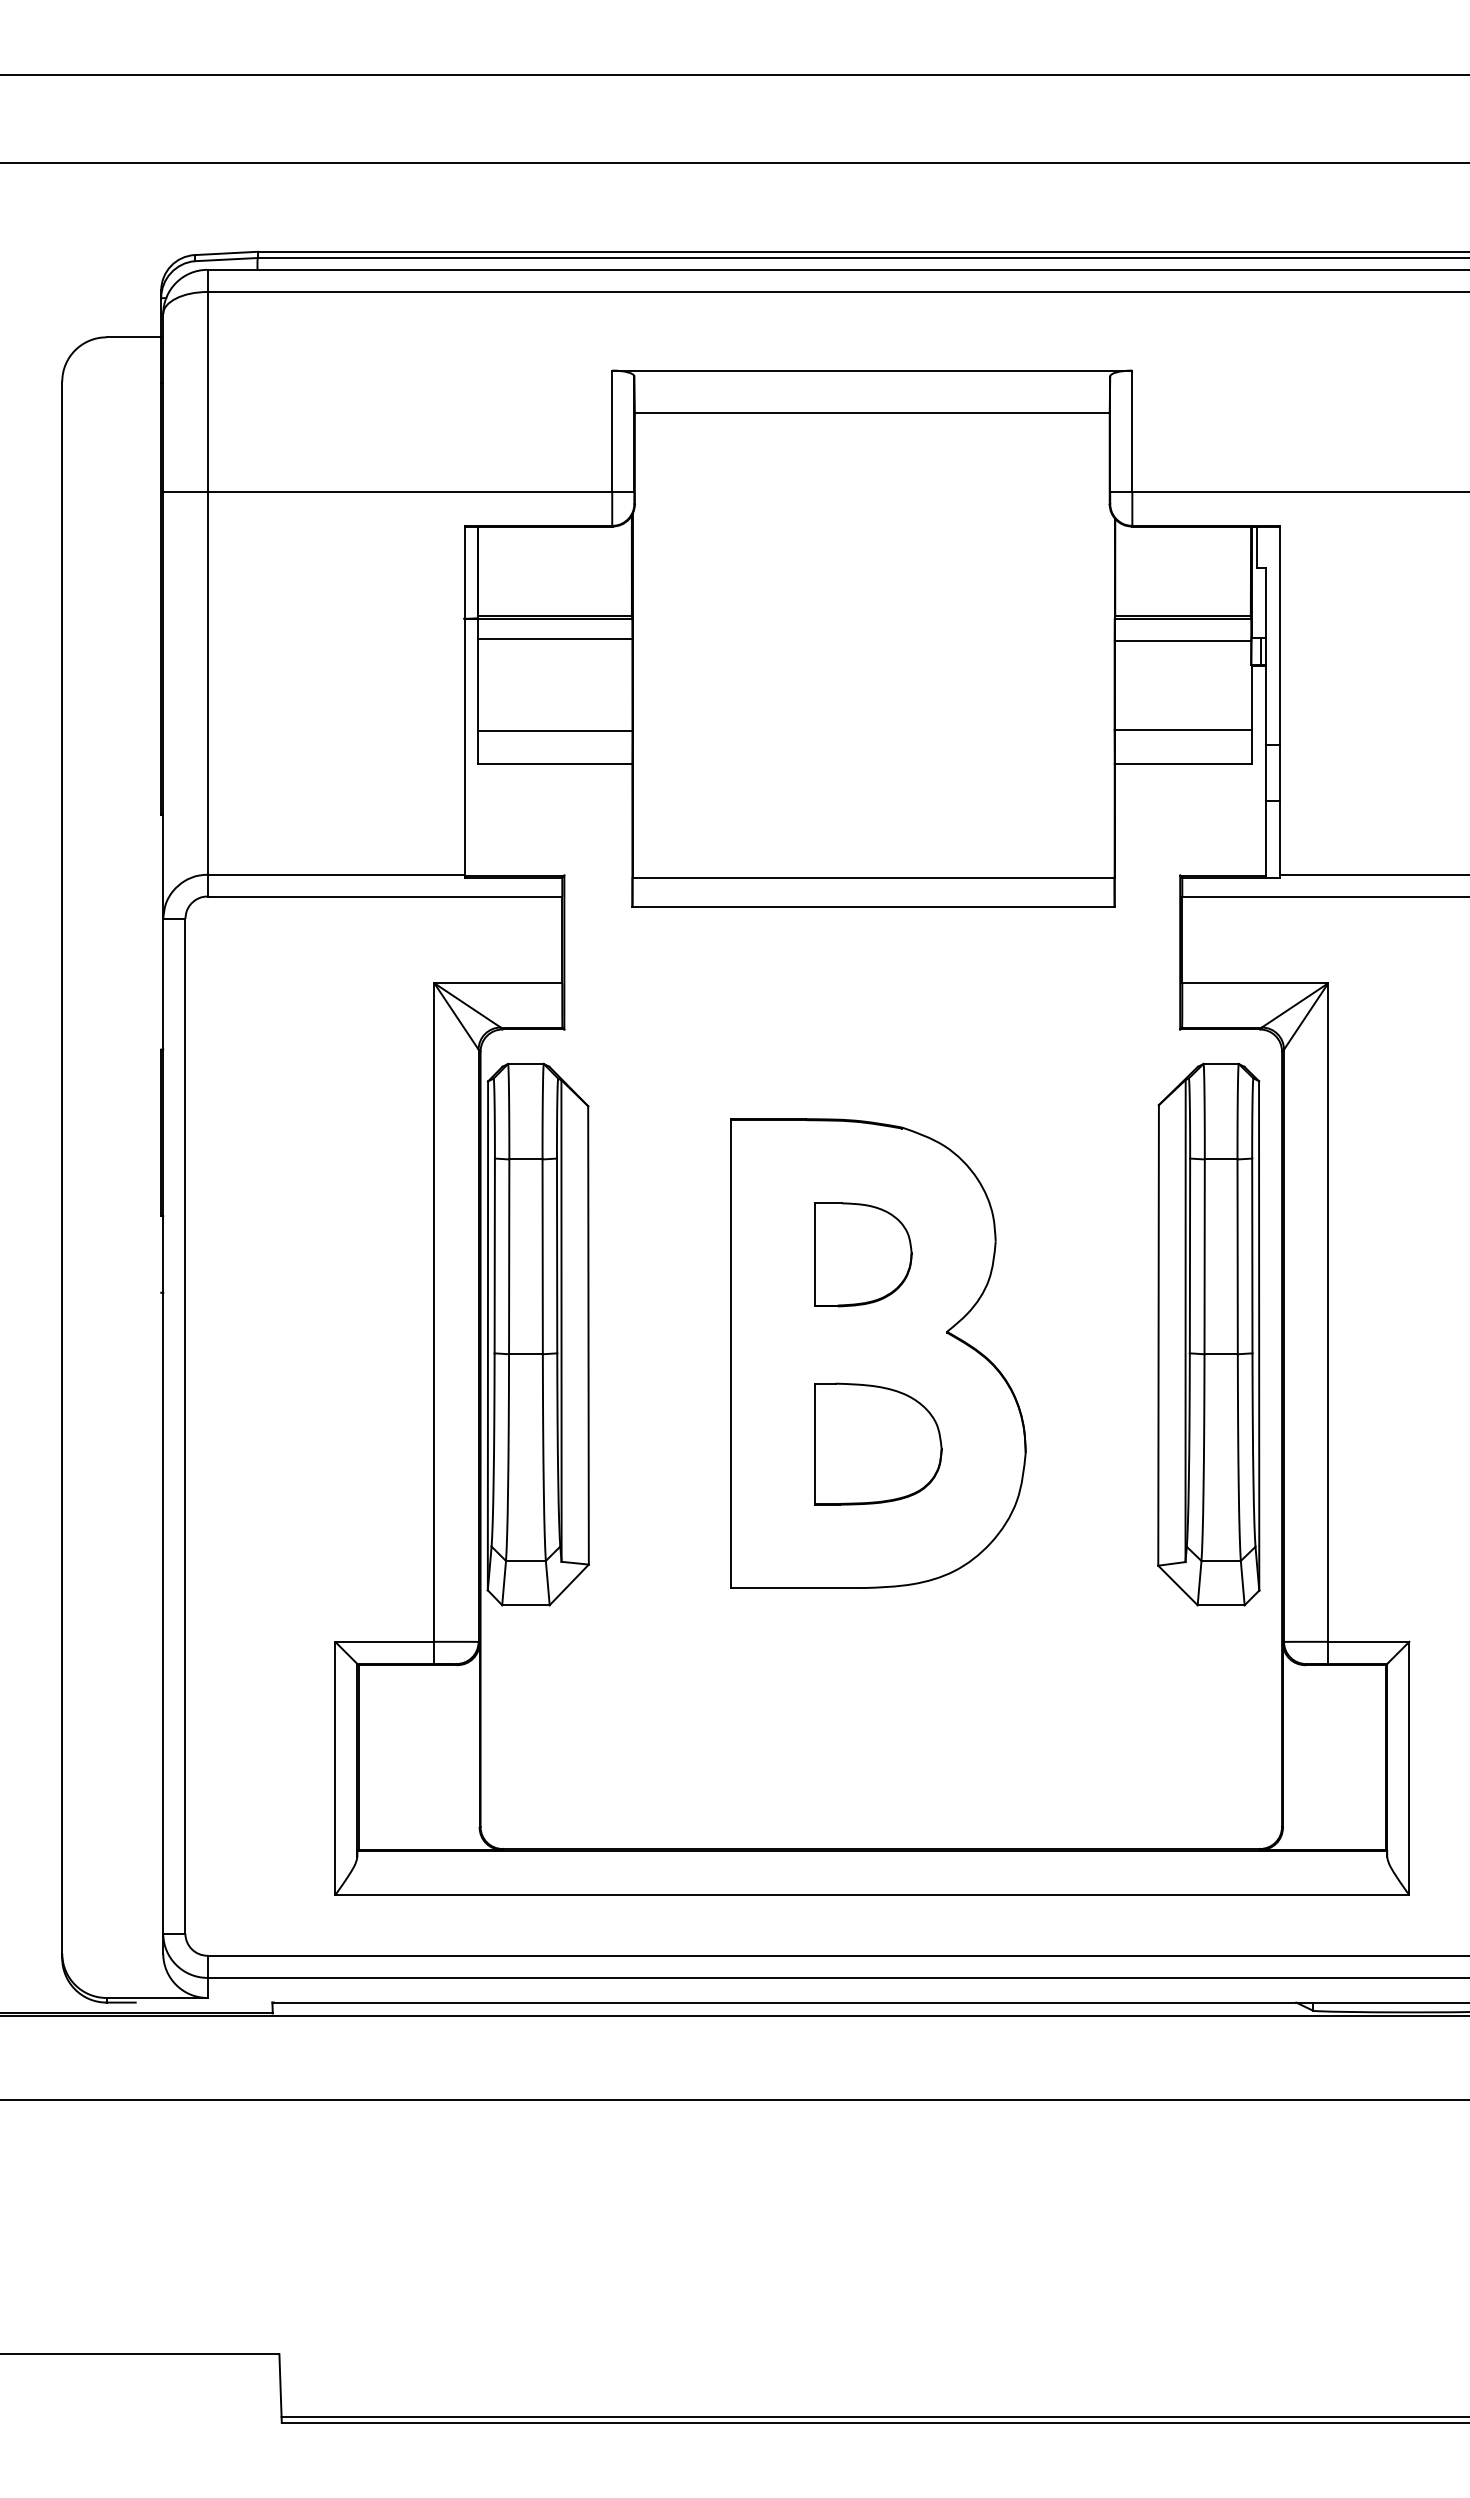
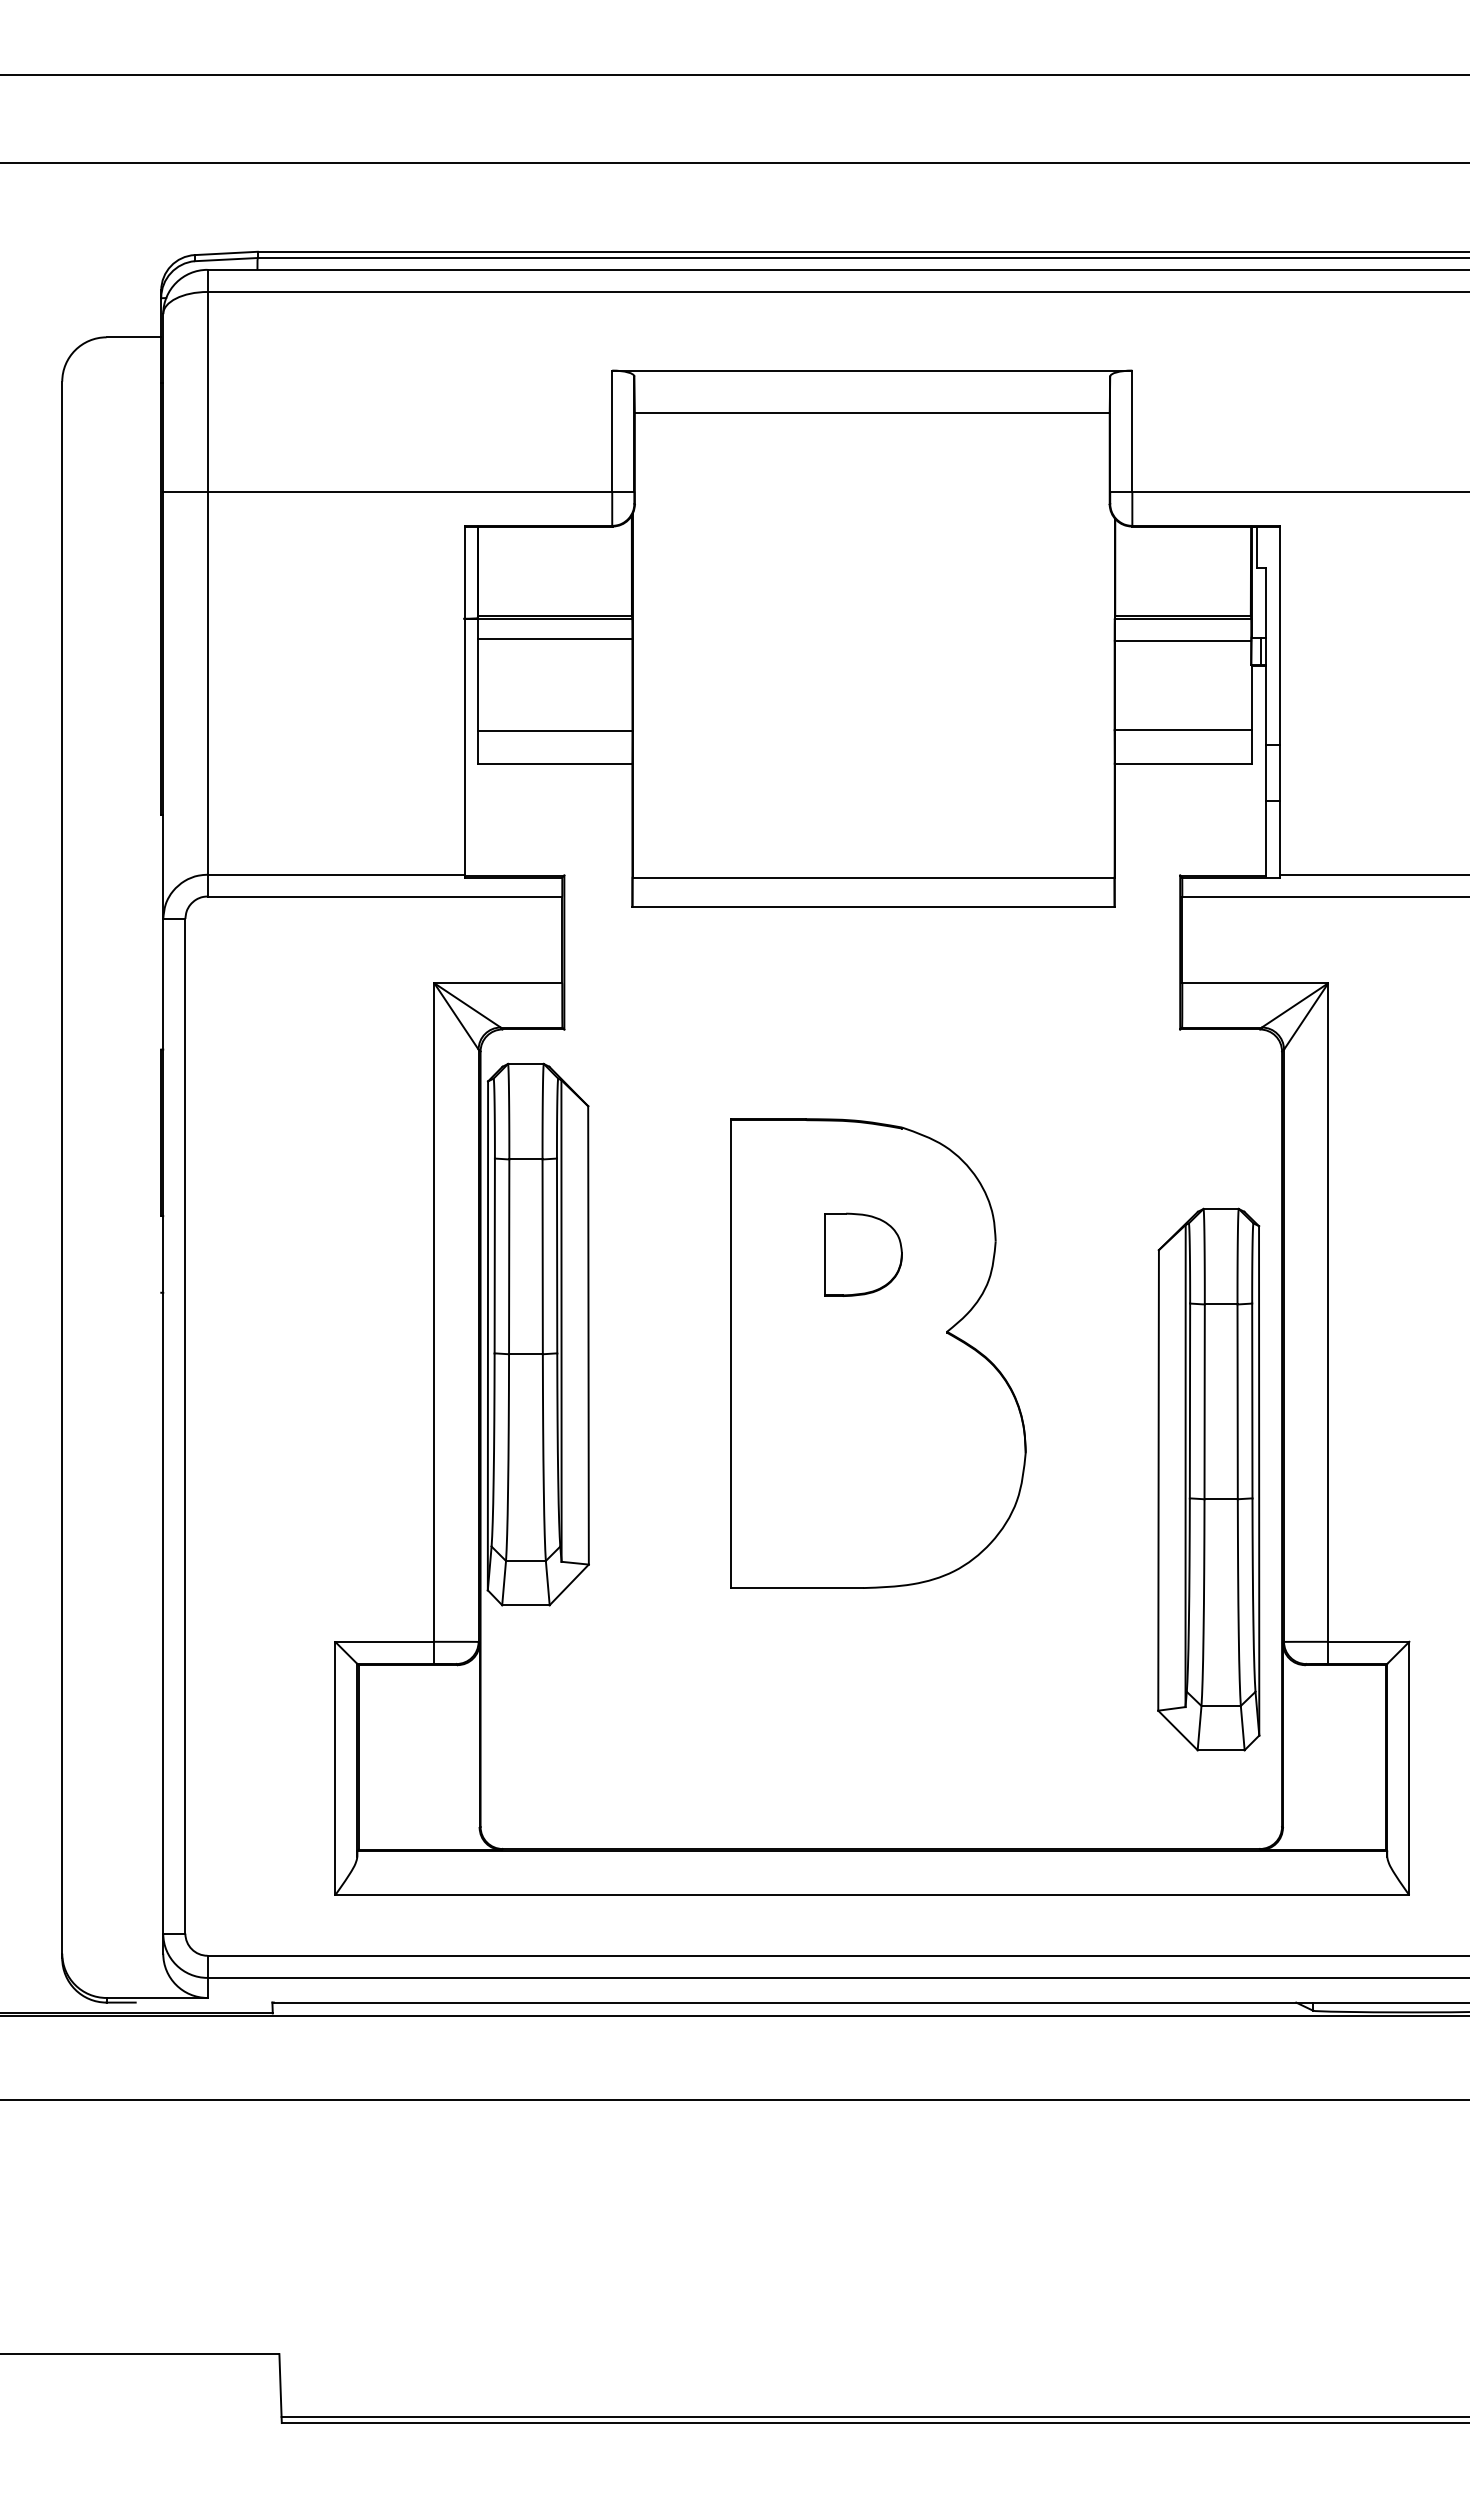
part at (863, 1254) size: 99x106 px -> 79x85 px
part at (1208, 1334) position: (1208, 1334) -> (1208, 1479)
part at (878, 1443): present -> none
